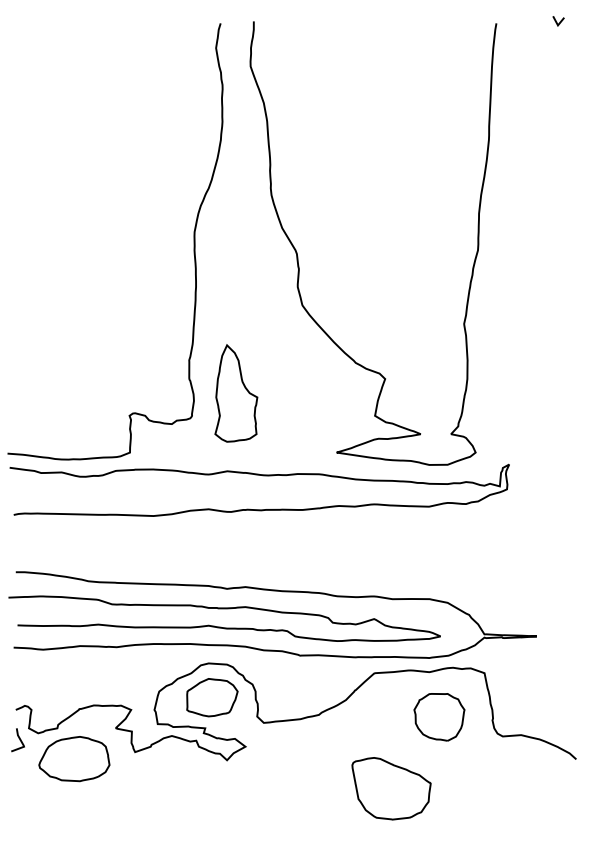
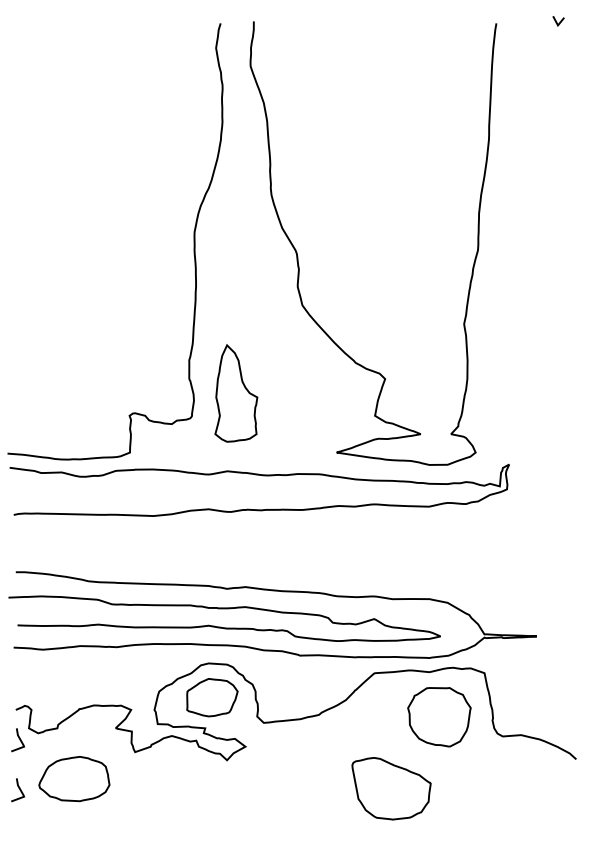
part at (439, 717) size: 53x49 px -> 65x61 px
part at (74, 759) position: (74, 759) -> (74, 779)
line at (19, 790): none -> present
